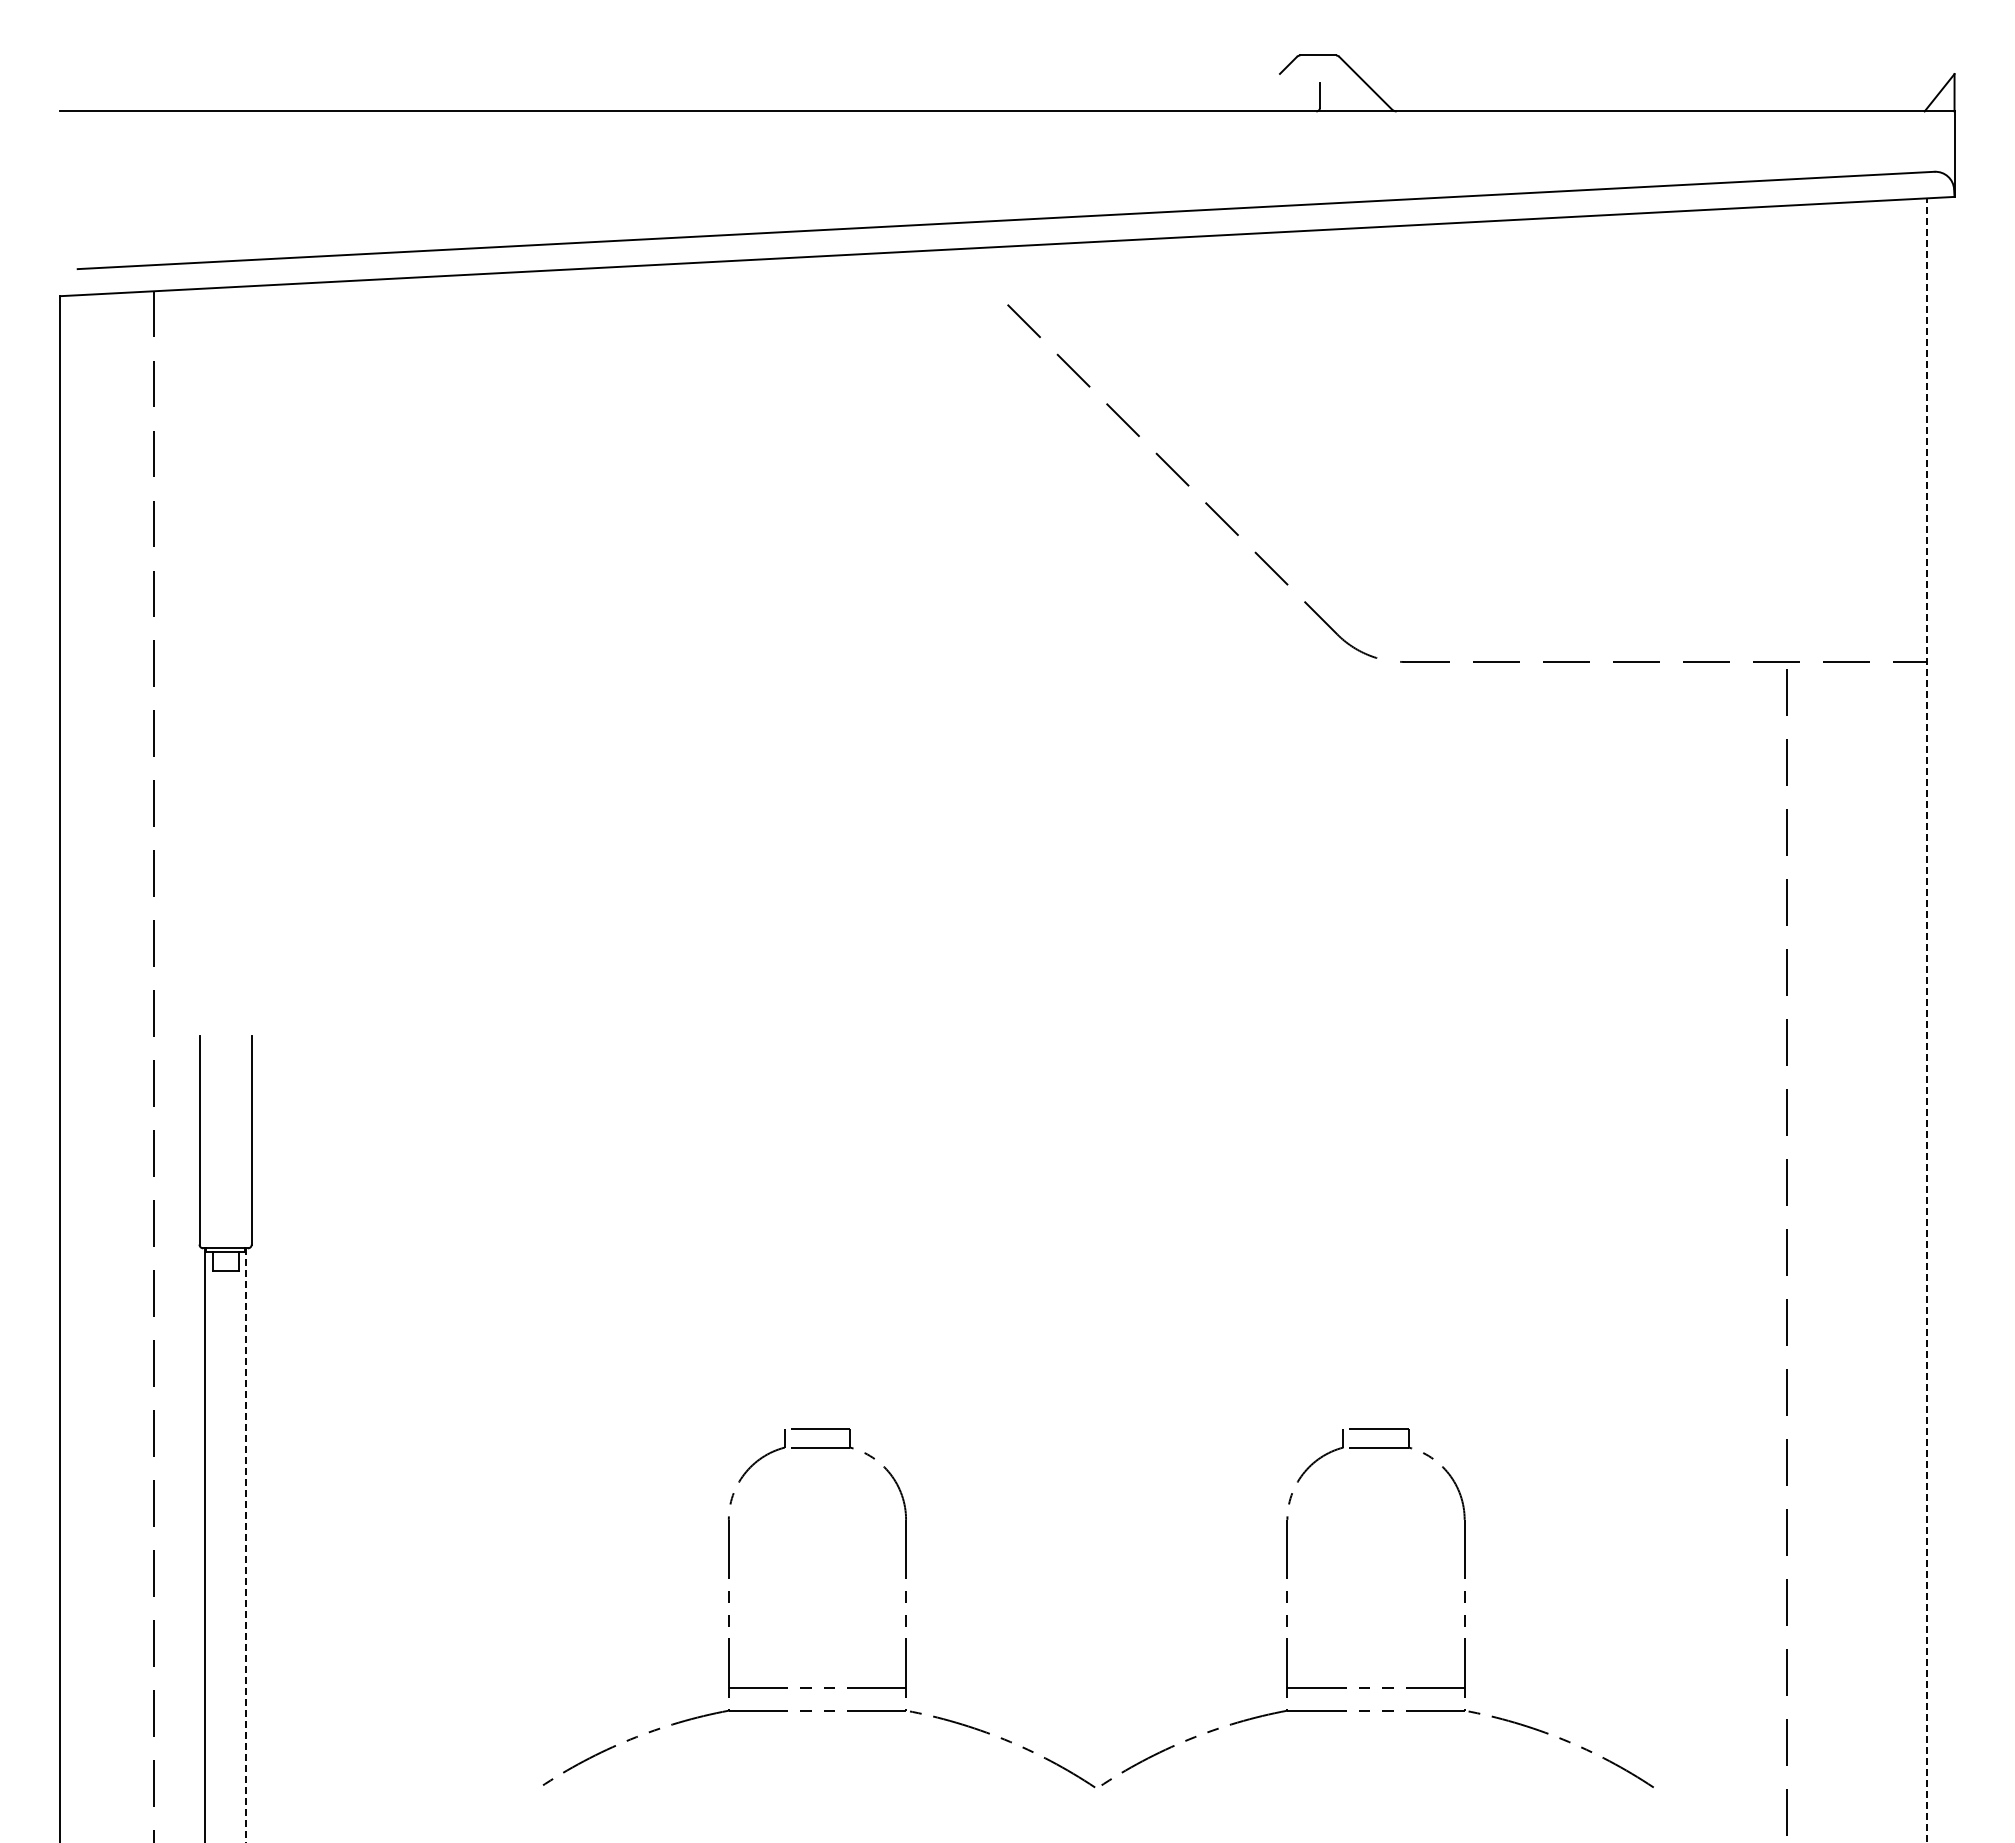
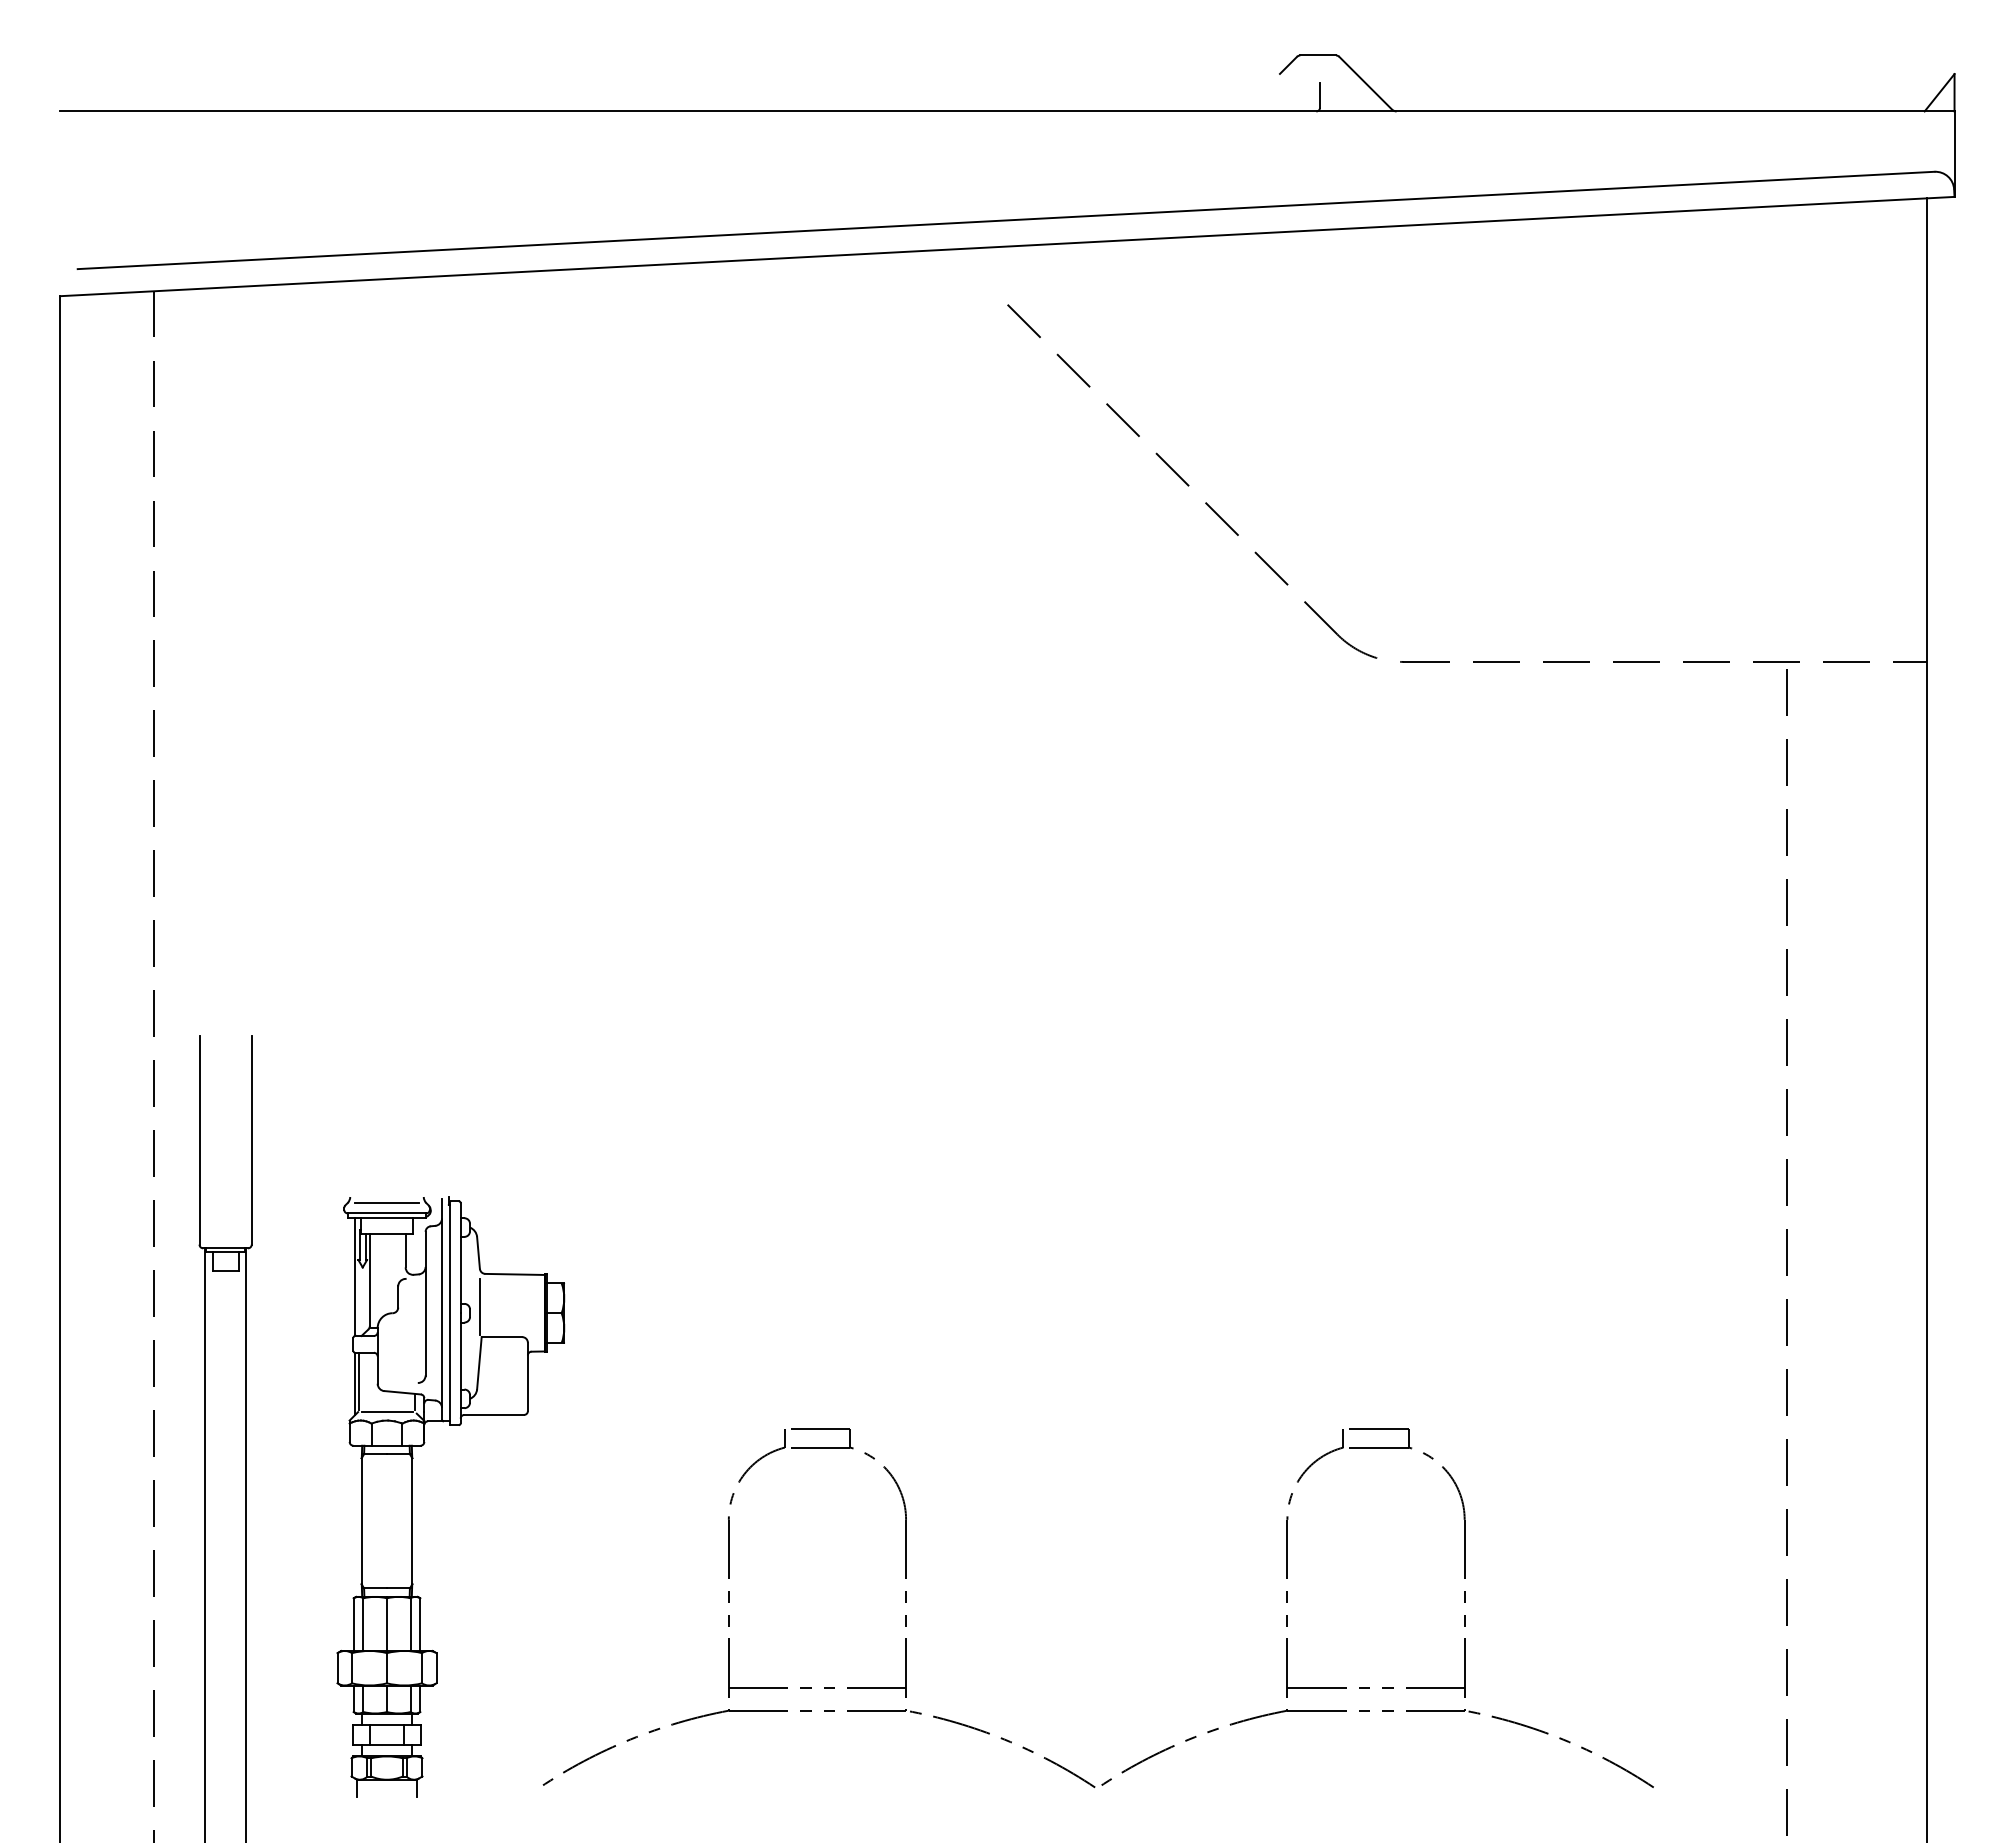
line at (1926, 1020): dashed -> solid
part at (412, 1496): none -> present
line at (245, 1546): dashed -> solid
